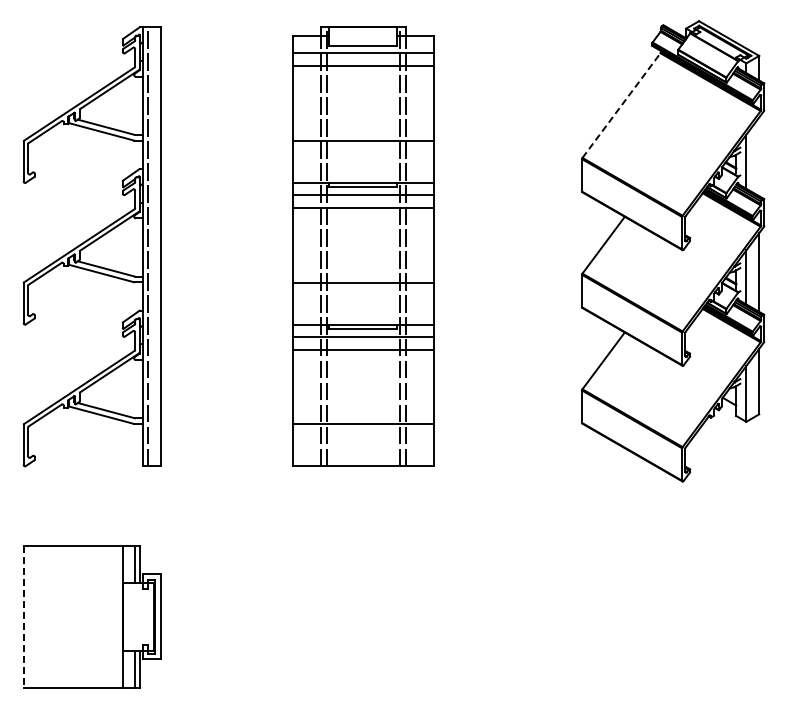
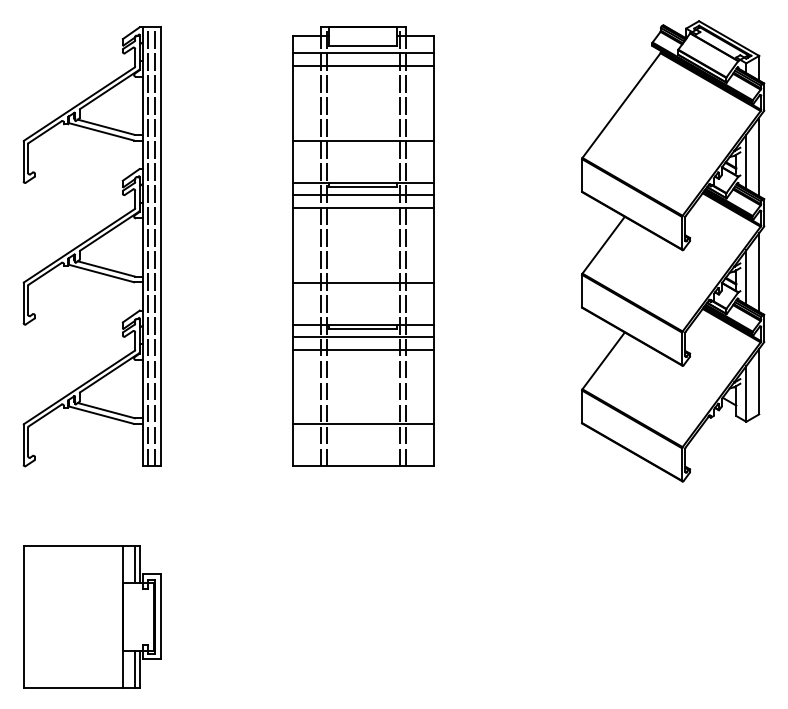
line at (621, 105): dashed -> solid
line at (759, 156): none -> present
line at (155, 246): none -> present
line at (23, 616): dashed -> solid
